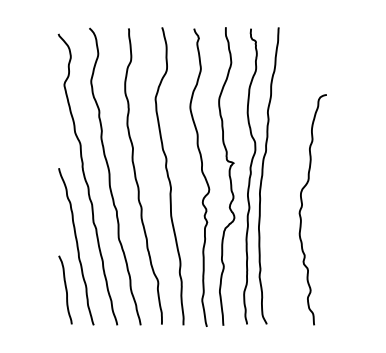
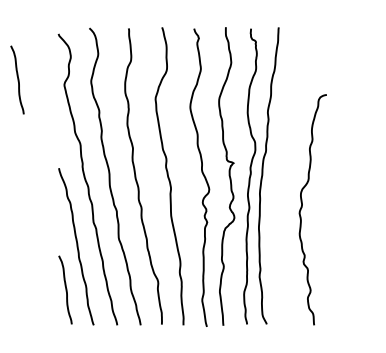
curve at (17, 79): none -> present
